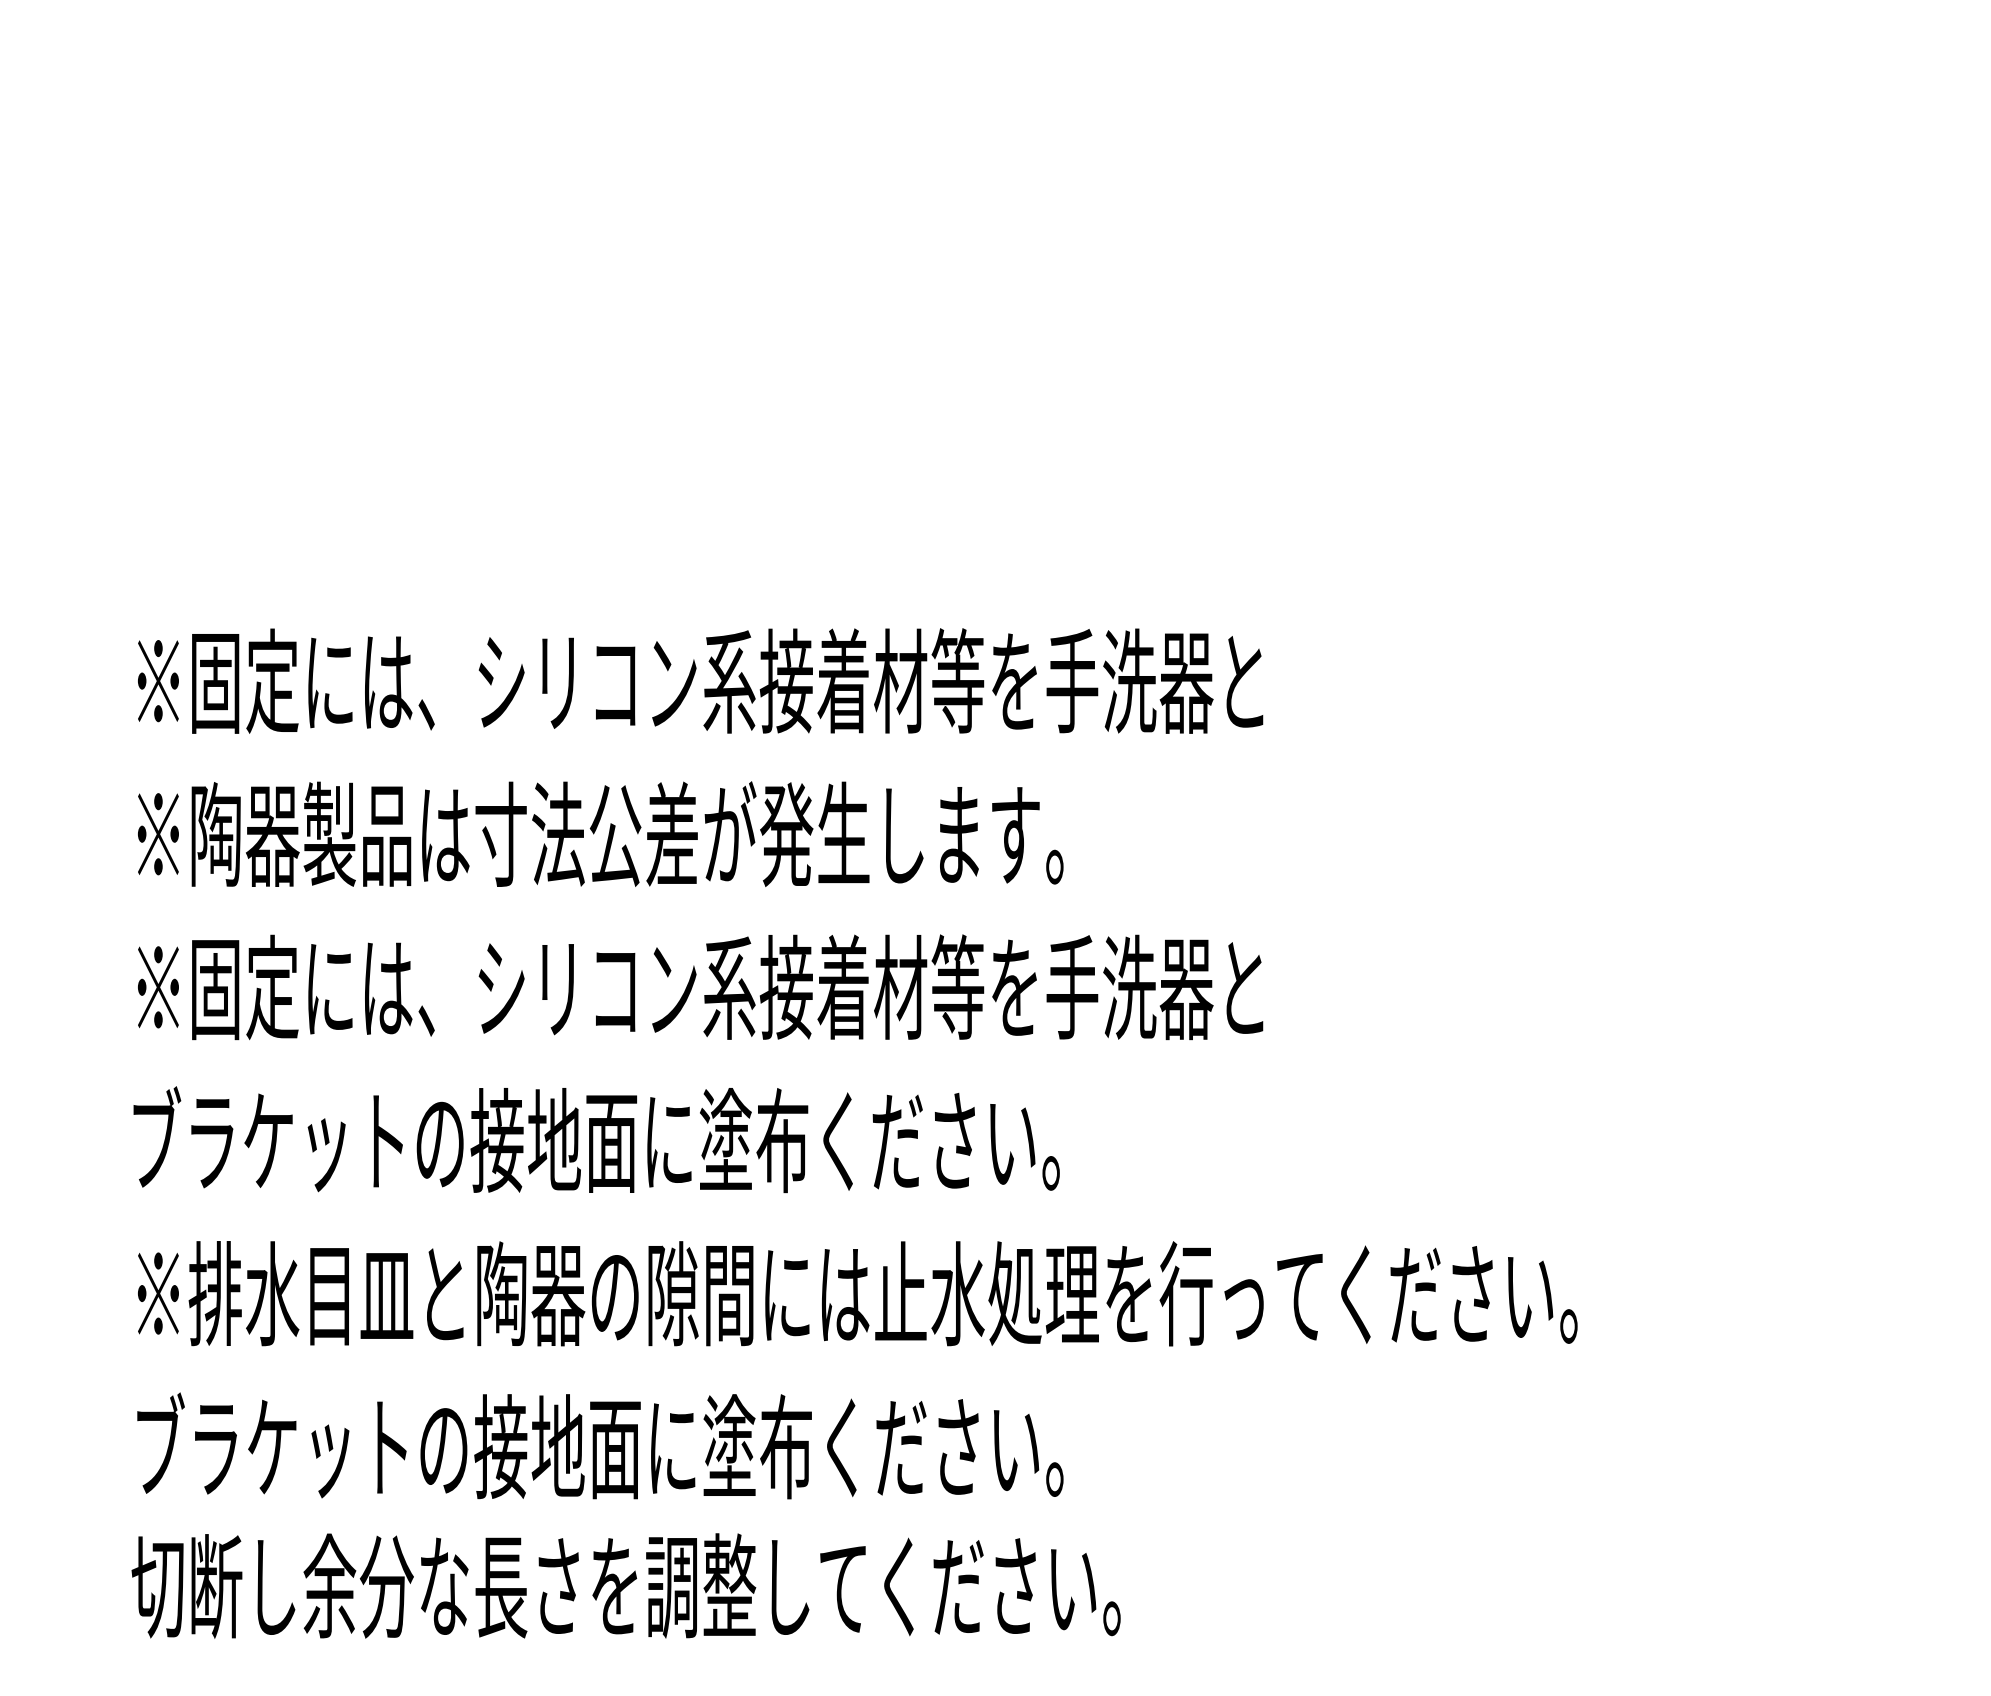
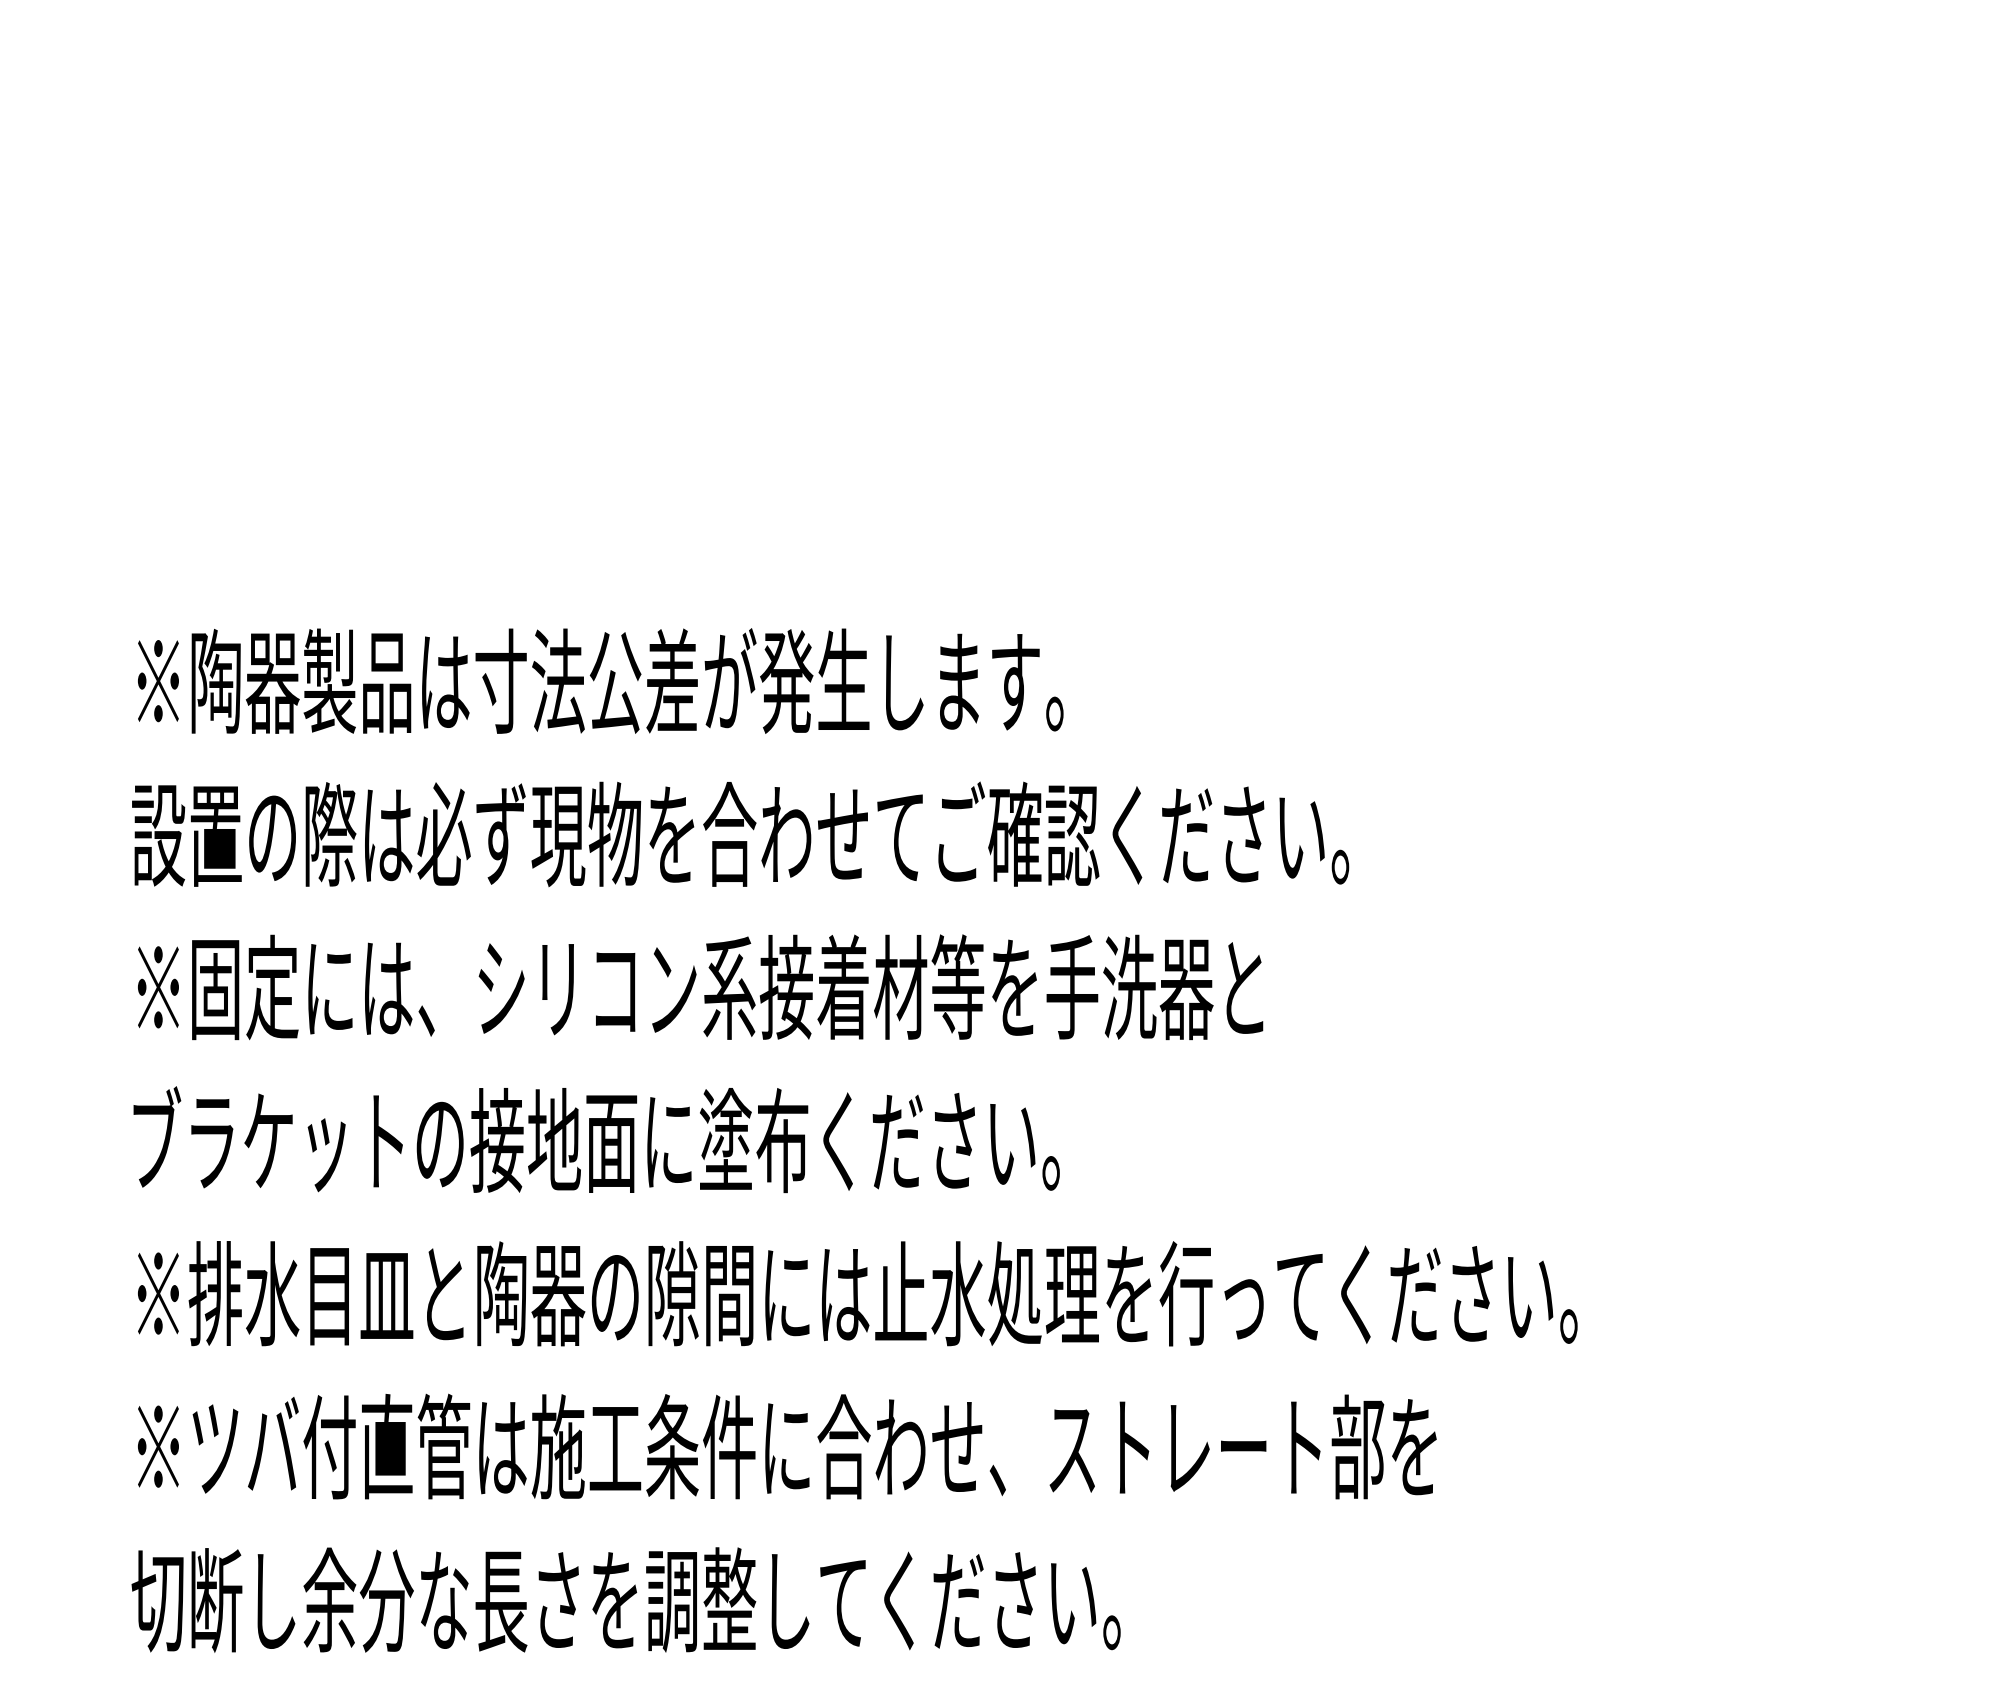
text at (727, 680): ※固定には、シリコン系接着材等を手洗器と -> ※陶器製品は寸法公差が発生します。
text at (740, 834): ※陶器製品は寸法公差が発生します。 -> 設置の際は必ず現物を合わせてご確認ください。
text at (786, 1445): ブラケットの接地面に塗布ください。 -> ※ツバ付直管は施工条件に合わせ、ストレート部を
text at (625, 1585) position: (625, 1585) -> (625, 1599)
